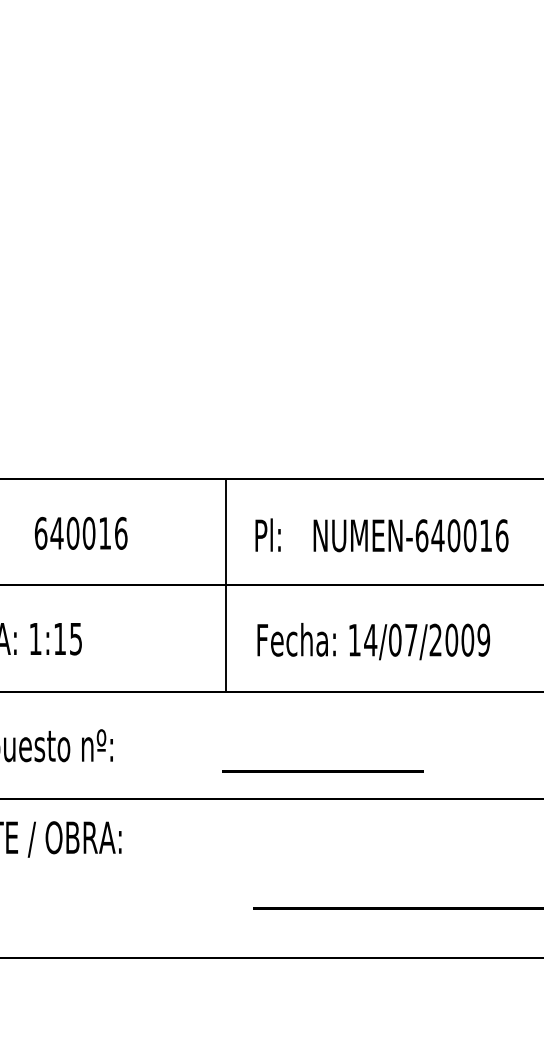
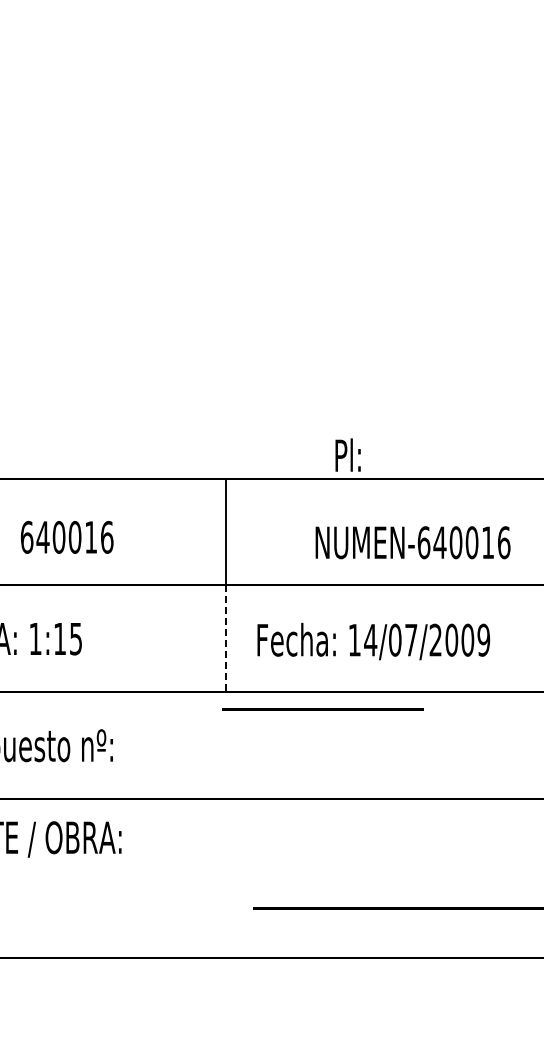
text at (80, 533) position: (80, 533) -> (66, 537)
text at (267, 534) position: (267, 534) -> (347, 454)
text at (410, 535) position: (410, 535) -> (412, 542)
line at (226, 639): solid -> dashed
text at (322, 771) position: (322, 771) -> (322, 709)
